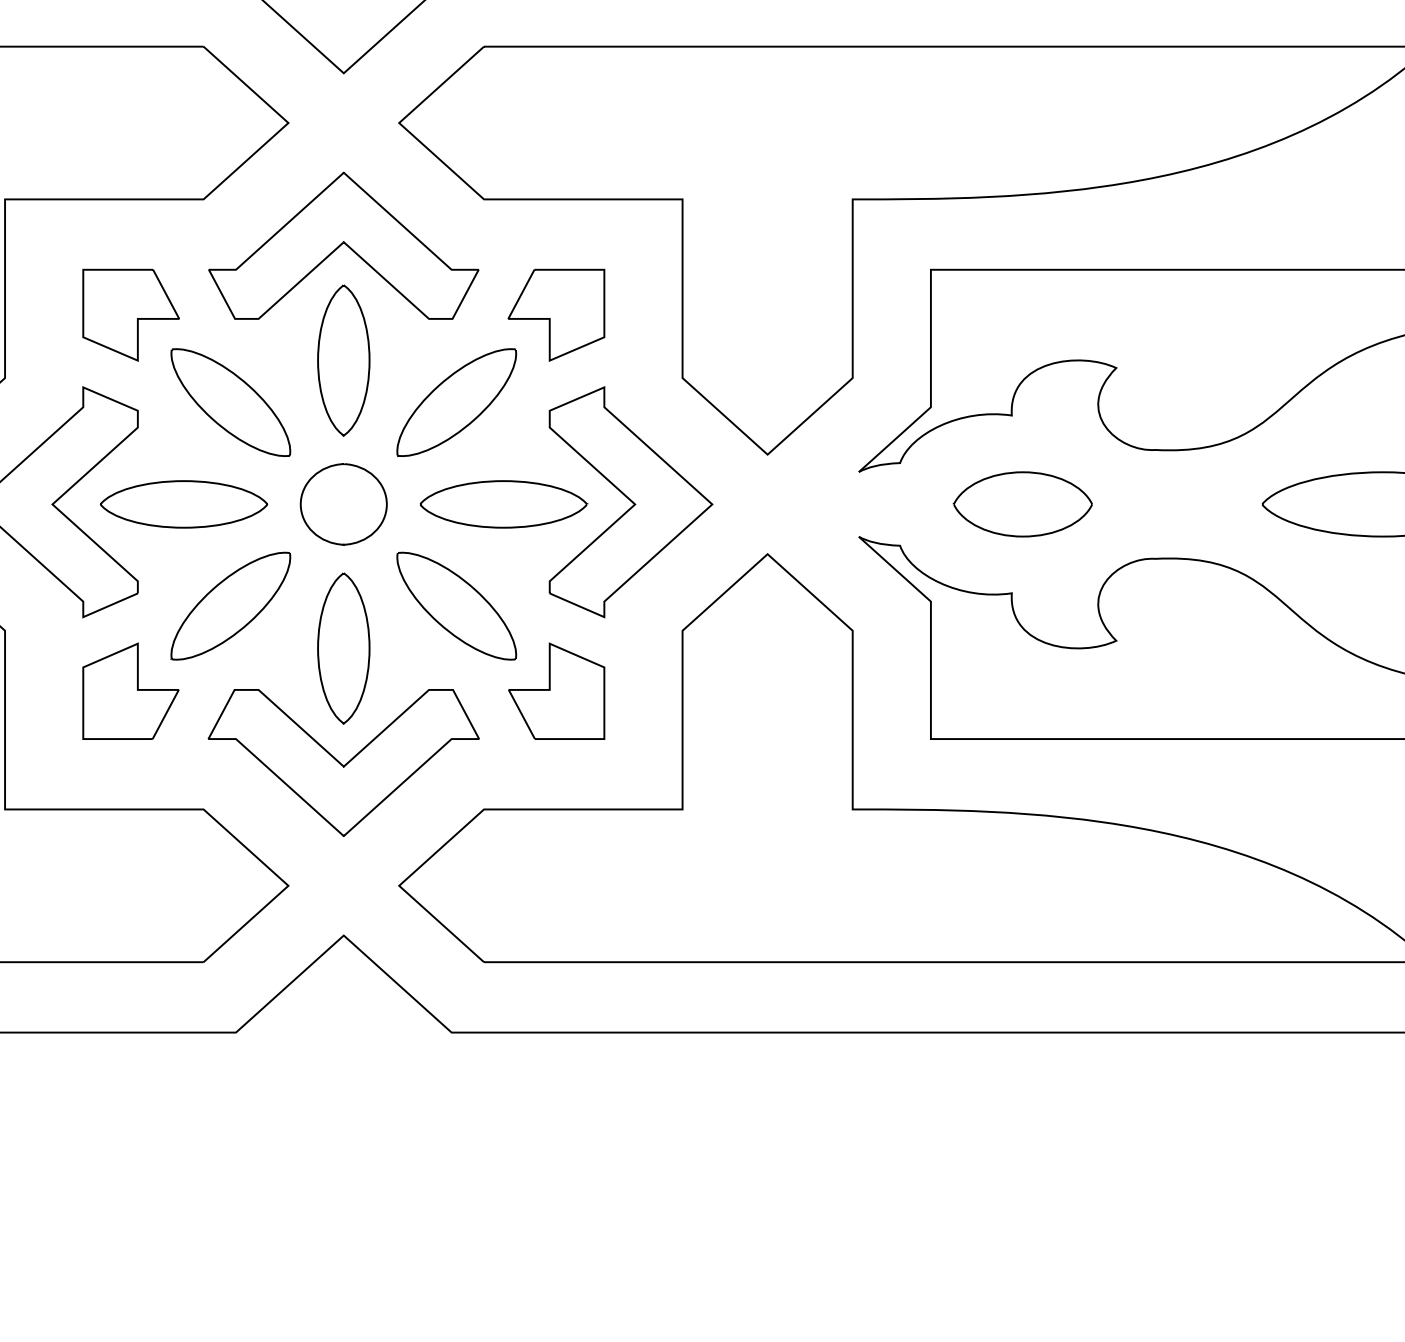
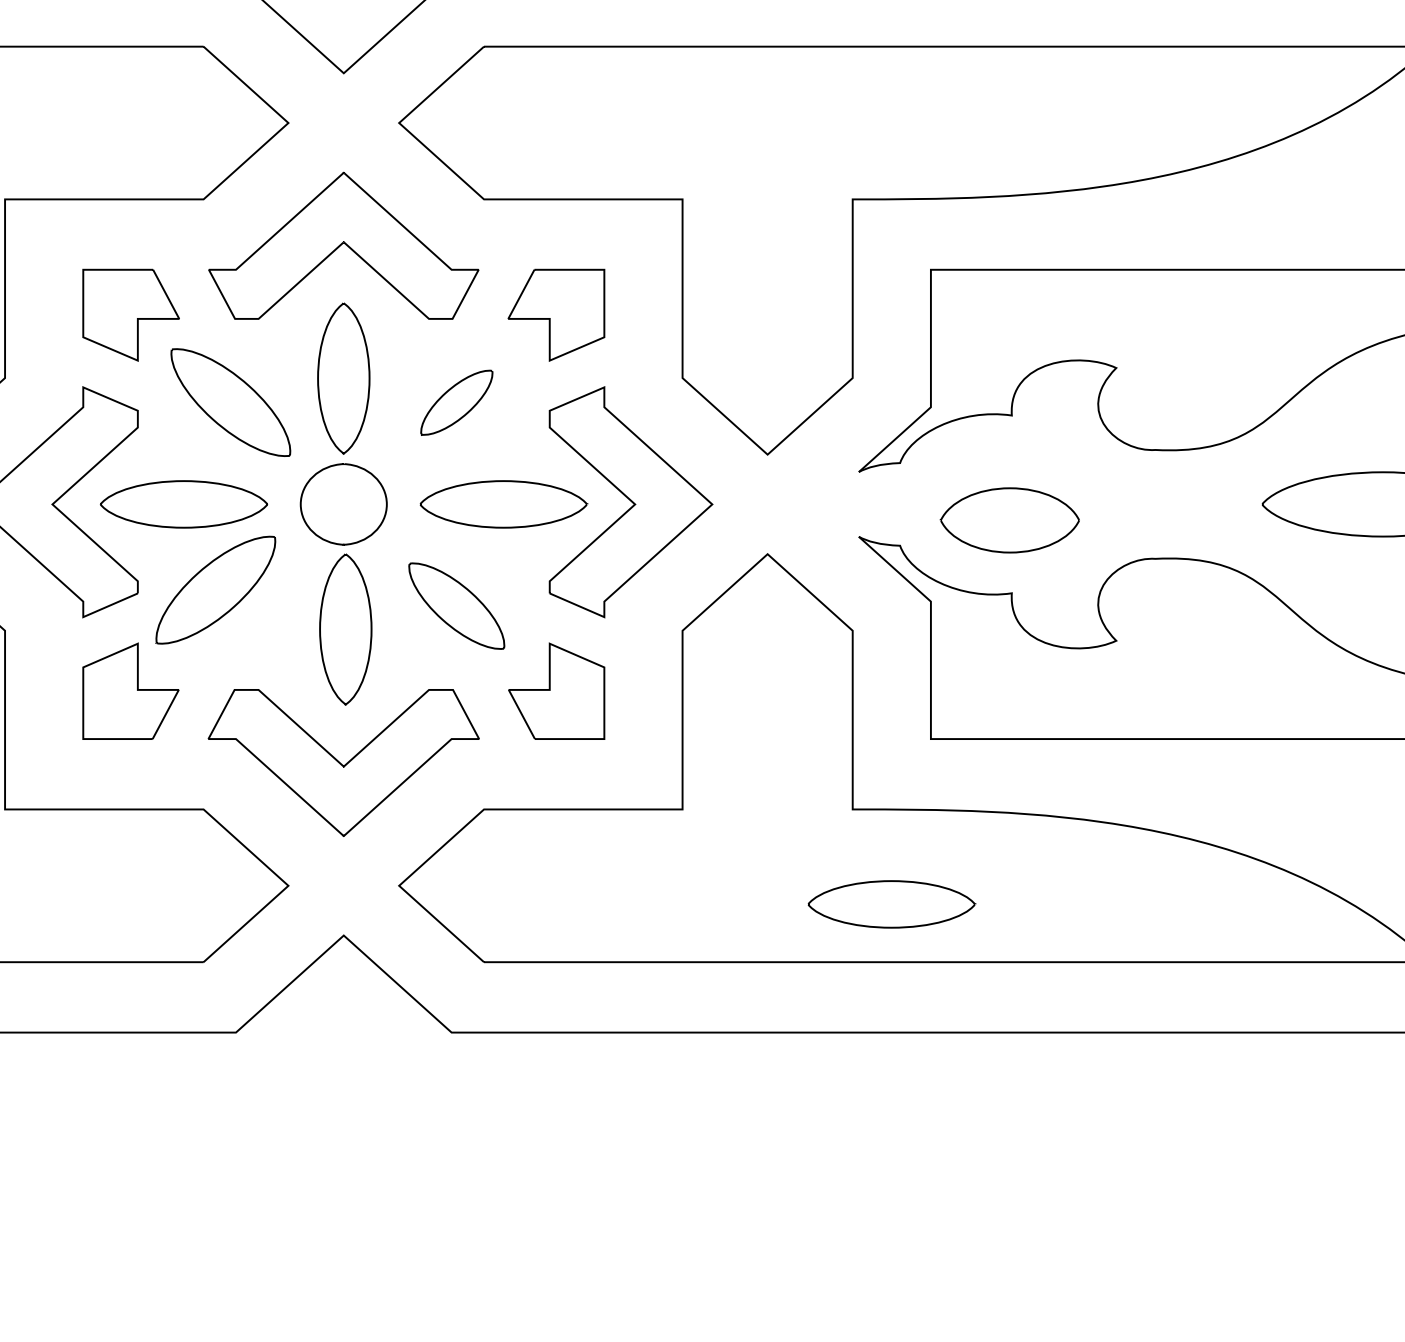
part at (343, 360) position: (343, 360) -> (343, 378)
part at (456, 402) size: 122x110 px -> 74x67 px
part at (1022, 504) position: (1022, 504) -> (1009, 520)
part at (230, 605) position: (230, 605) -> (215, 589)
part at (456, 605) size: 122x110 px -> 98x88 px
part at (343, 648) position: (343, 648) -> (345, 629)
part at (891, 904): none -> present
